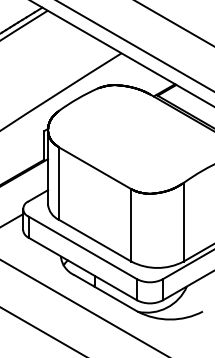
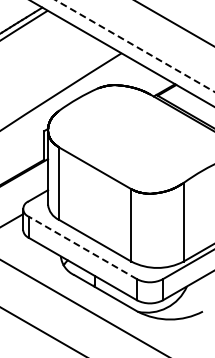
line at (135, 46): solid -> dashed
line at (82, 247): solid -> dashed
